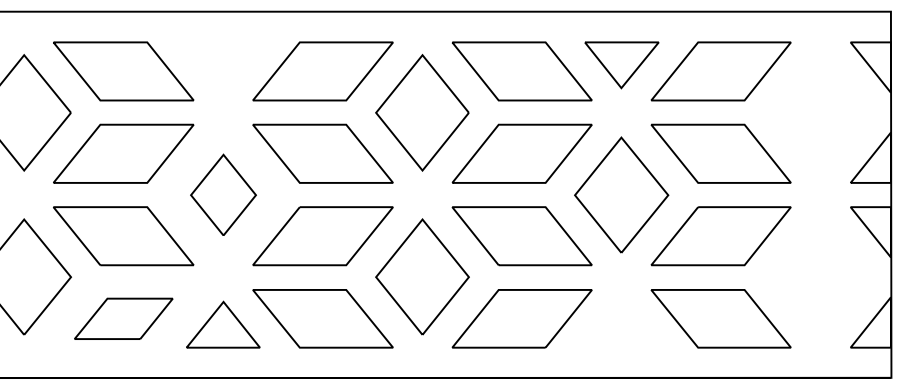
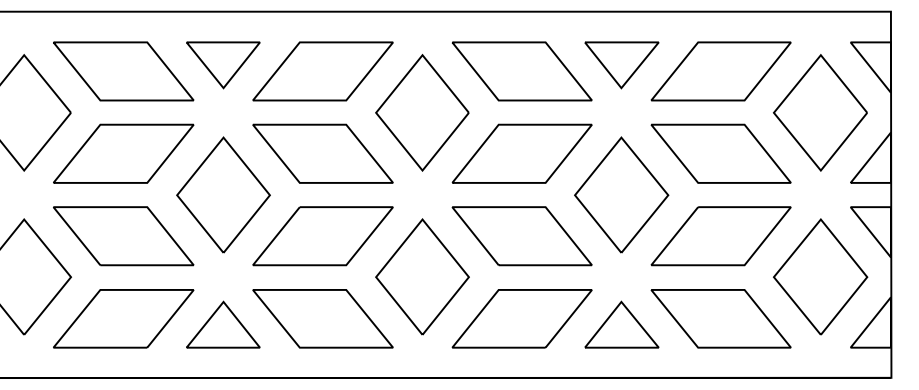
part at (223, 65): none -> present
part at (820, 112): none -> present
part at (223, 194) size: 67x83 px -> 95x118 px
part at (820, 276): none -> present
part at (123, 318) size: 100x43 px -> 142x60 px
part at (621, 324): none -> present
